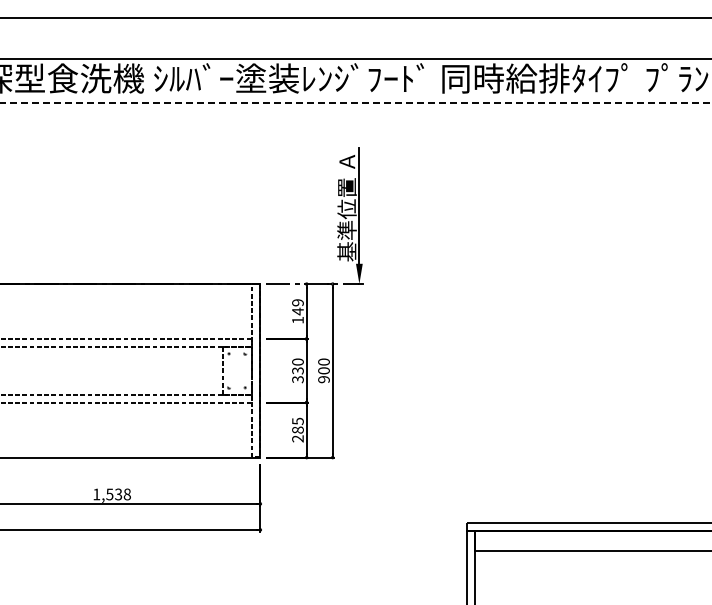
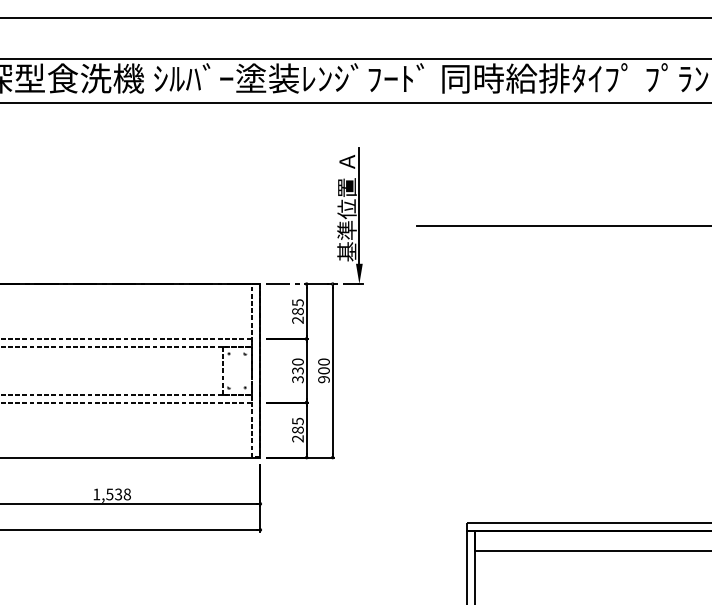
line at (356, 102): dashed -> solid
line at (562, 226): none -> present
text at (297, 311): 149 -> 285
